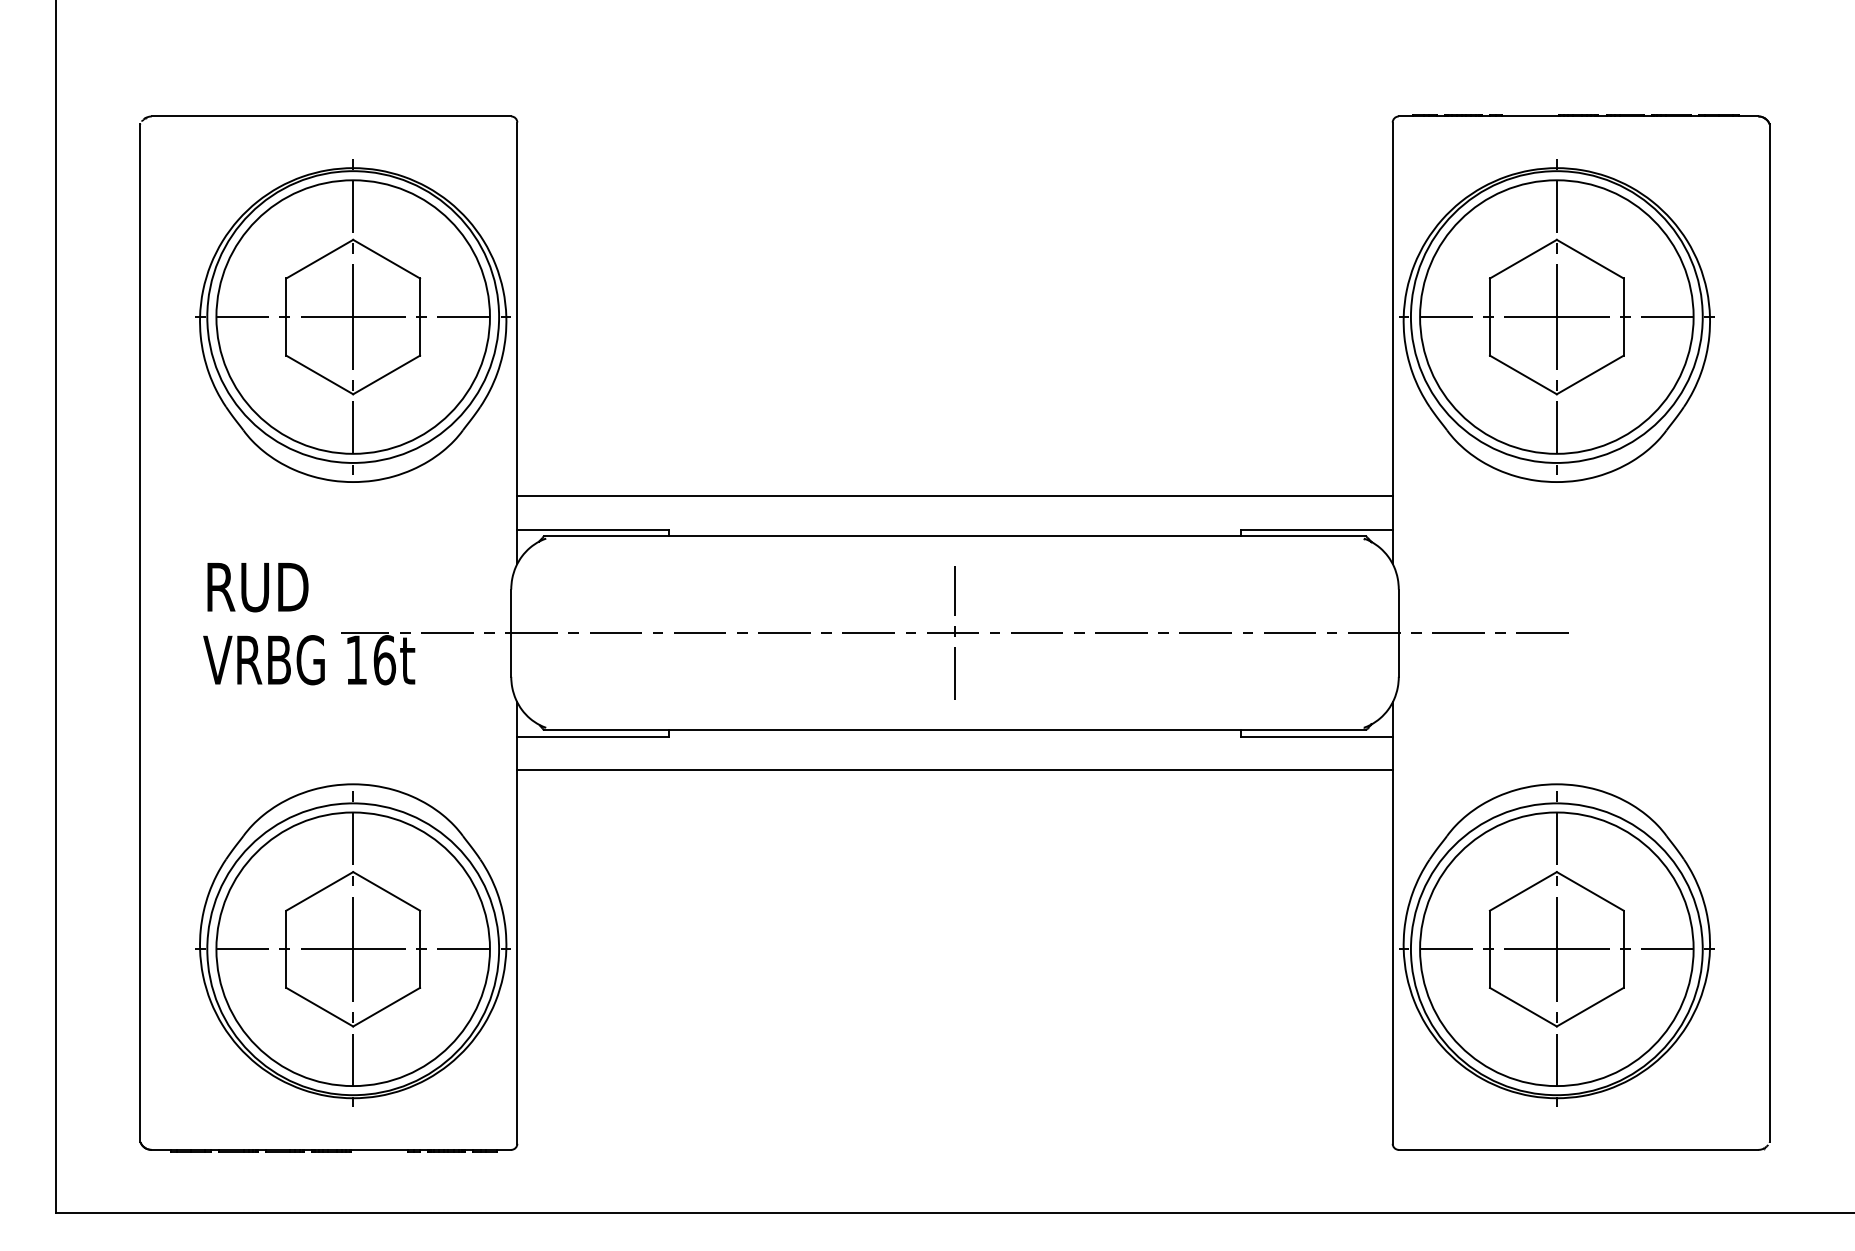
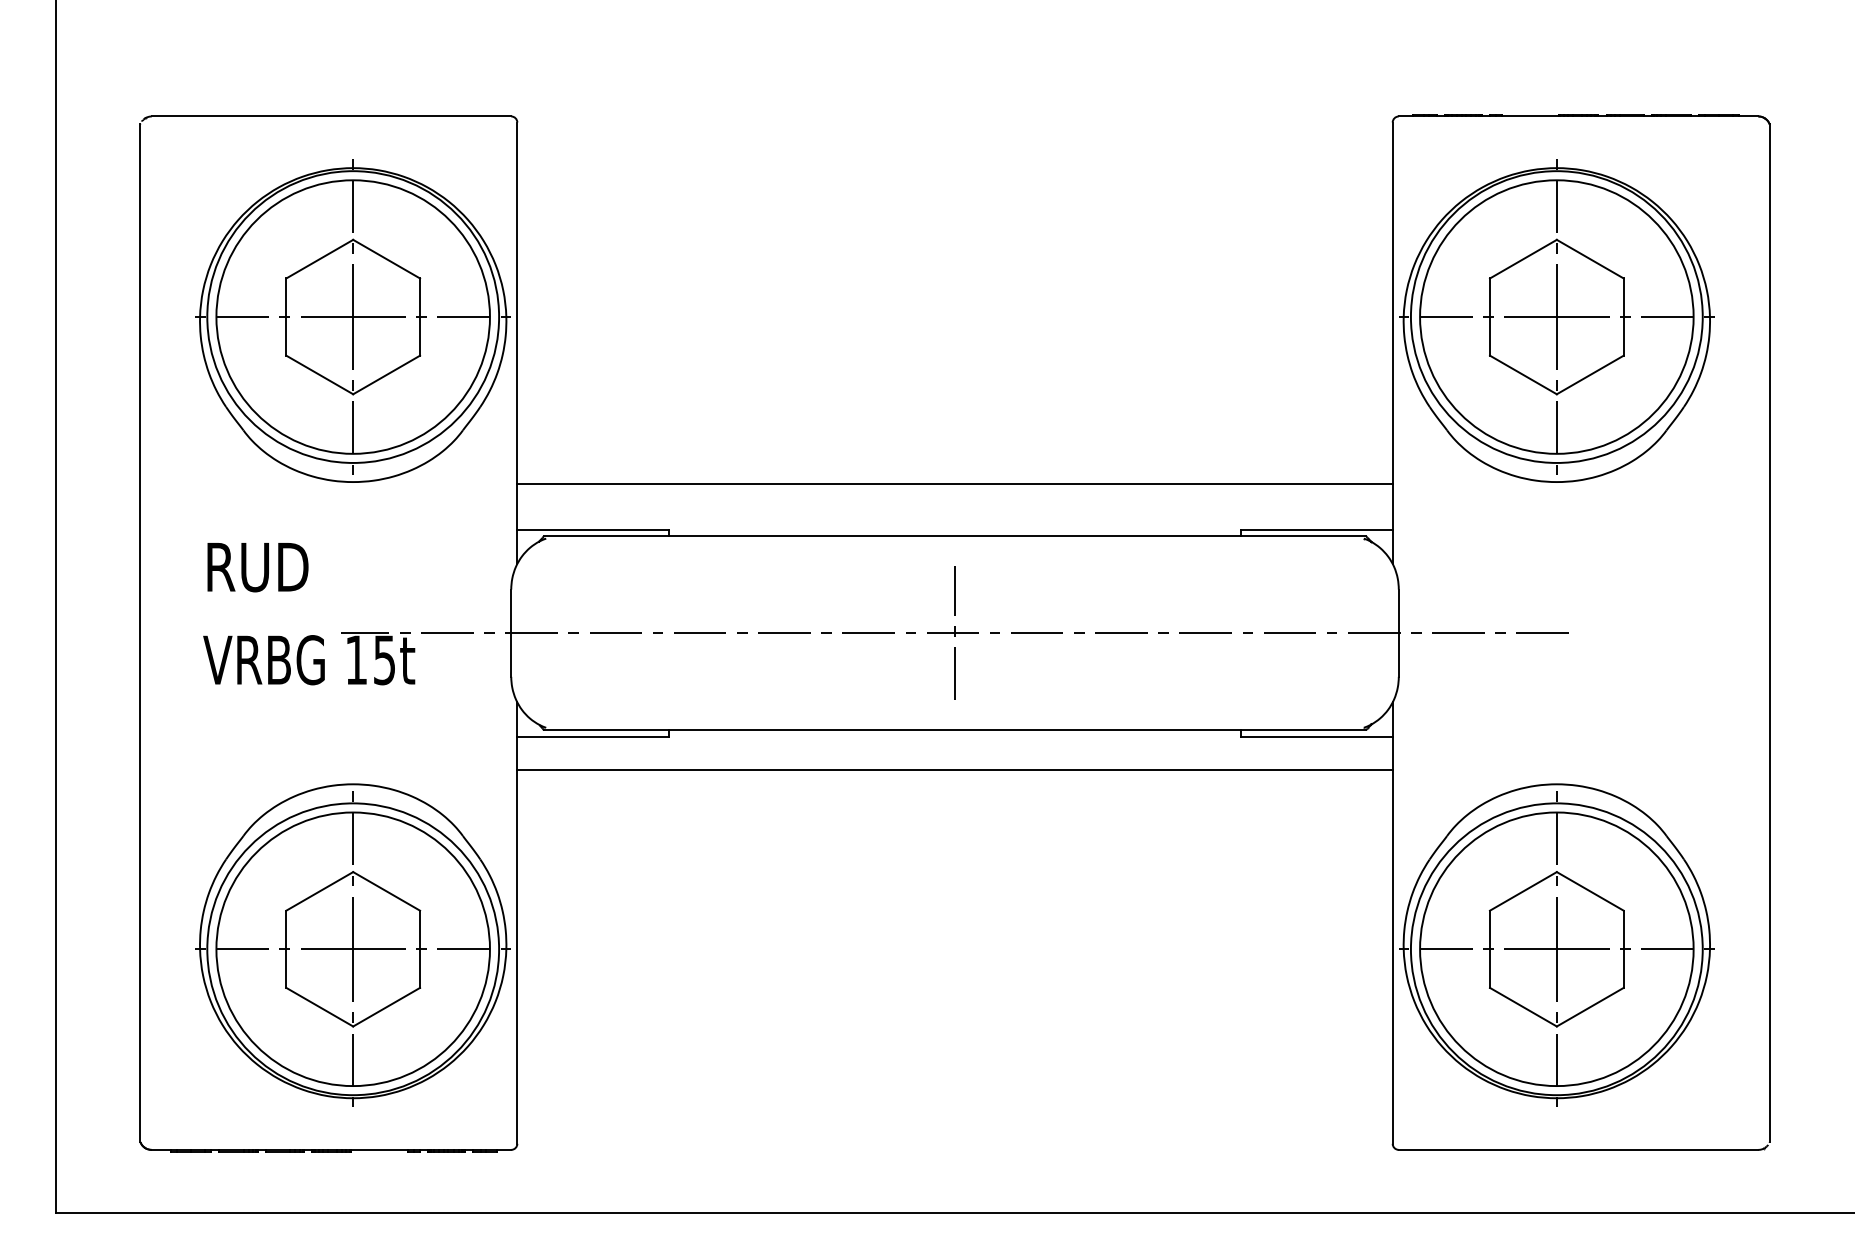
line at (954, 496) position: (954, 496) -> (954, 484)
text at (257, 587) position: (257, 587) -> (257, 567)
text at (384, 660): 16t -> 15t
